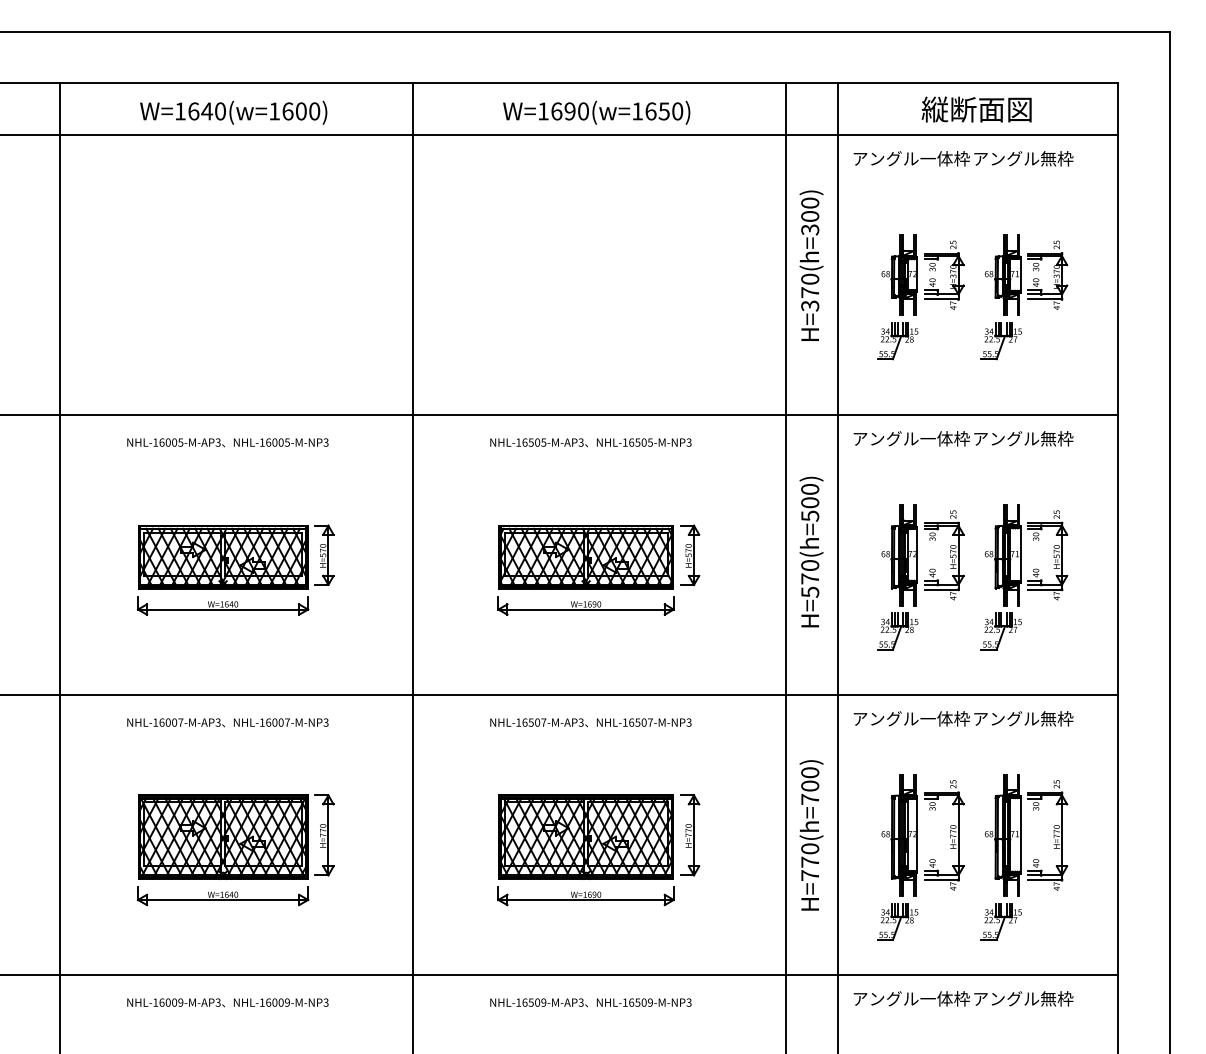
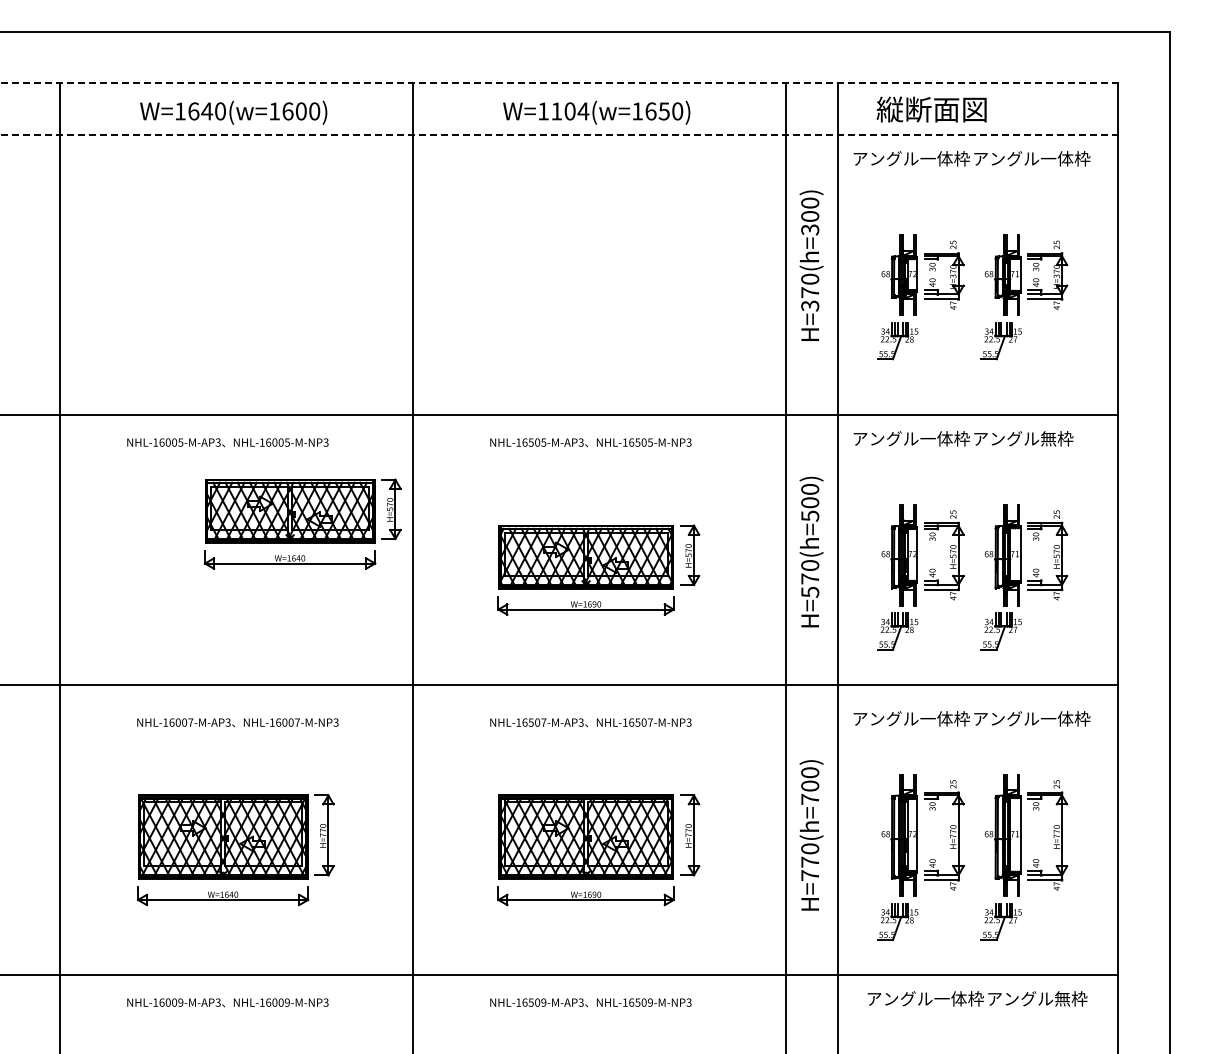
line at (559, 83): solid -> dashed
text at (976, 109) position: (976, 109) -> (931, 109)
text at (570, 111): W=1690(w=1650) -> W=1104(w=1650)
line at (559, 135): solid -> dashed
text at (1065, 158): アングル無枠 -> アングル一体枠
part at (235, 569) position: (235, 569) -> (302, 523)
line at (559, 695) position: (559, 695) -> (559, 685)
text at (1065, 718): アングル無枠 -> アングル一体枠
text at (227, 722) position: (227, 722) -> (237, 722)
text at (963, 998) position: (963, 998) -> (977, 998)
